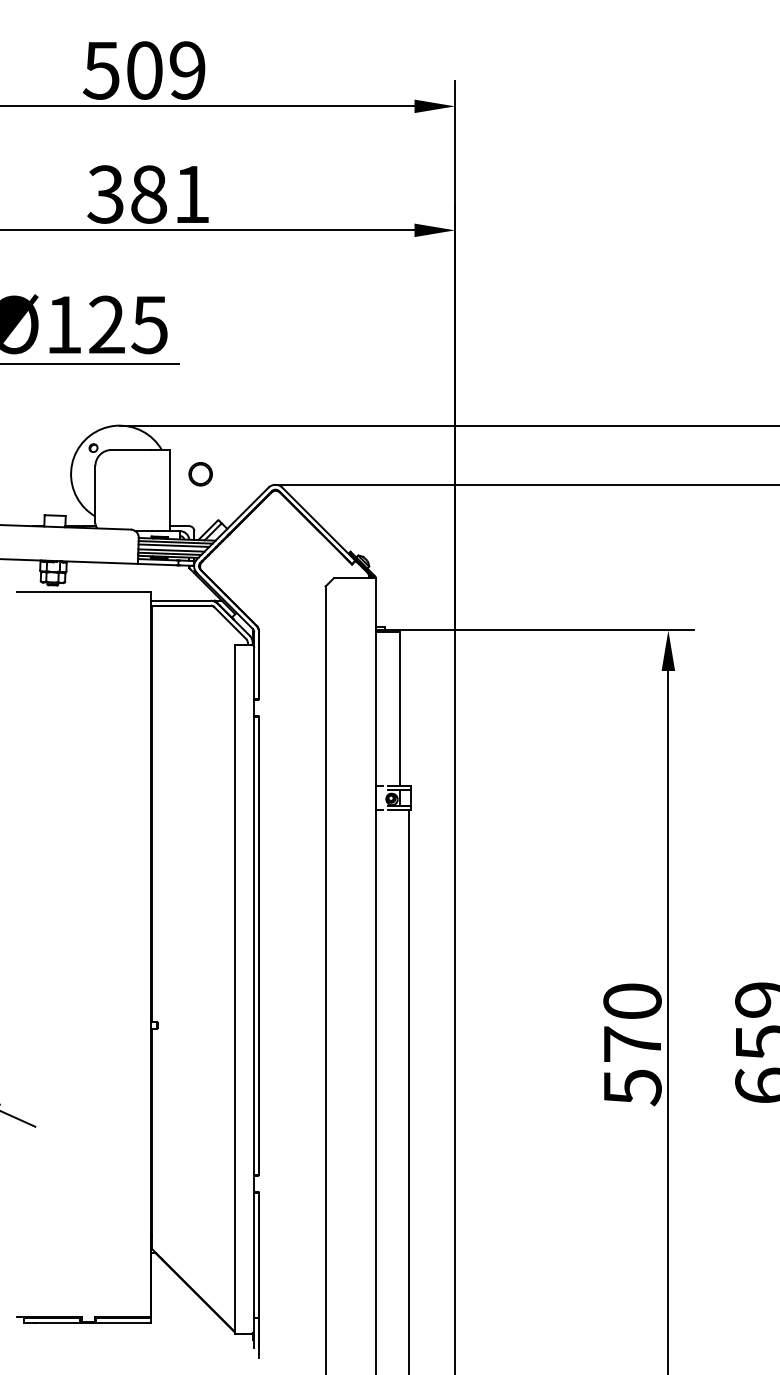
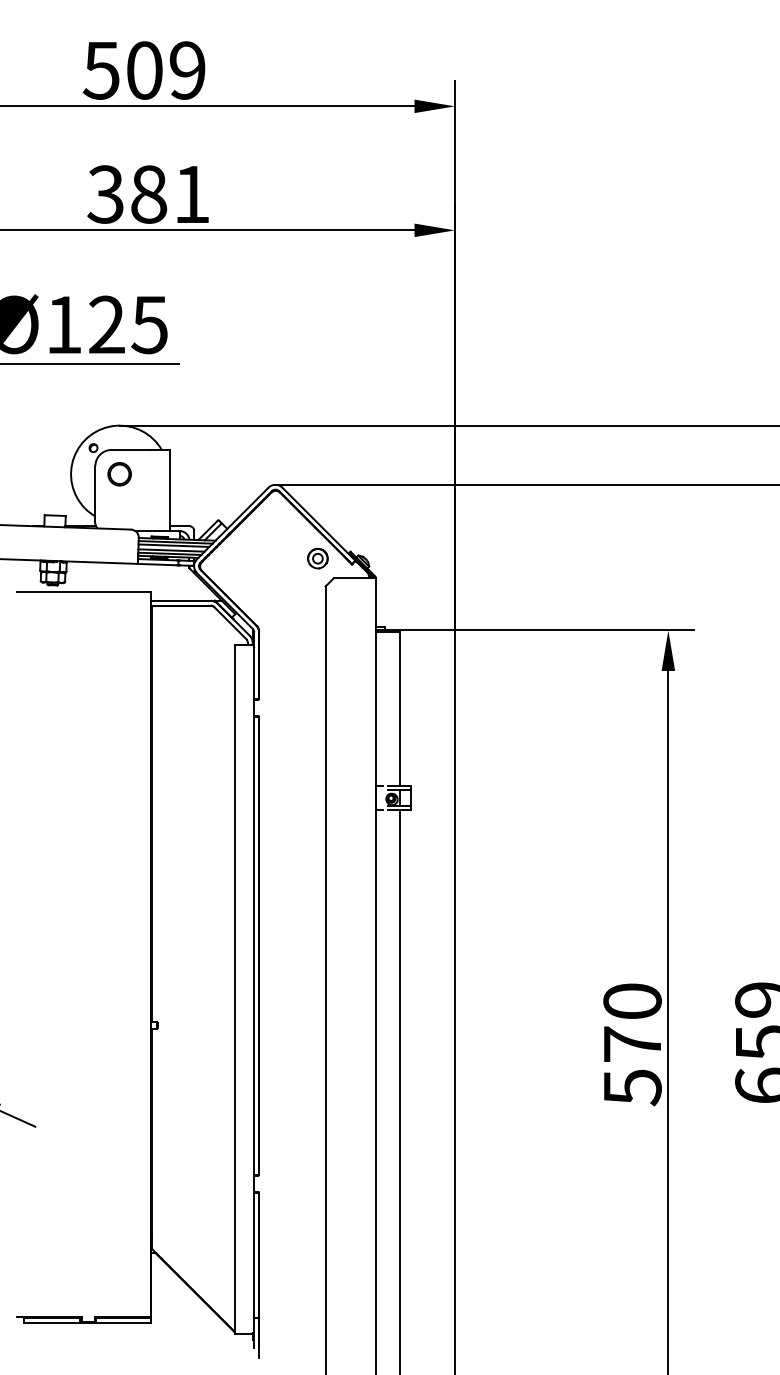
part at (200, 474) position: (200, 474) -> (119, 474)
part at (317, 558): none -> present
line at (409, 1090) position: (409, 1090) -> (400, 1090)
